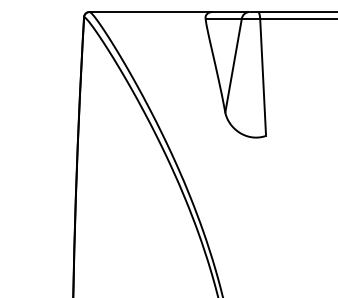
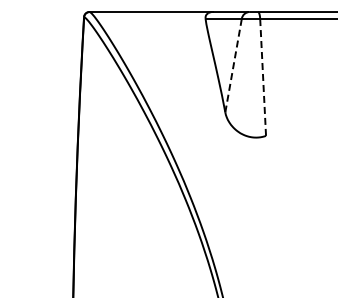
line at (233, 65): solid -> dashed
line at (263, 77): solid -> dashed
